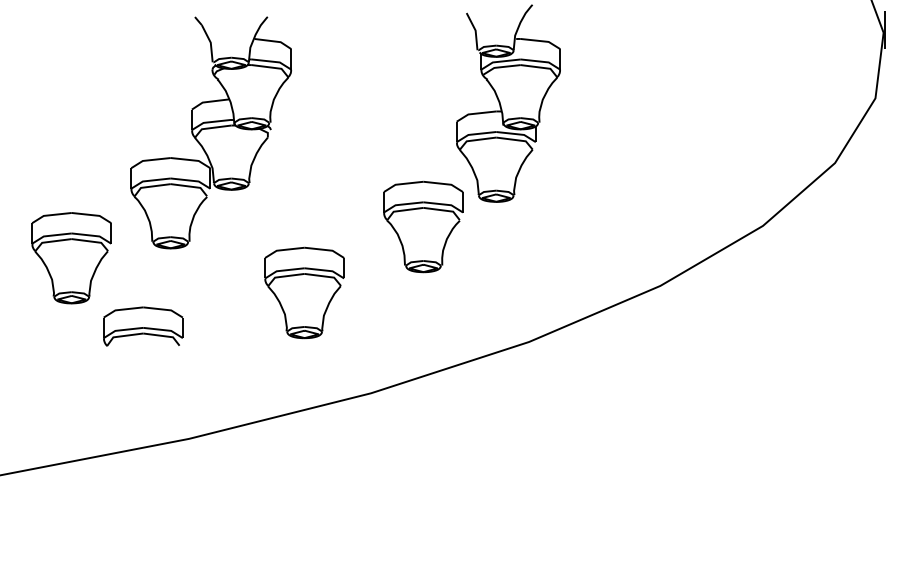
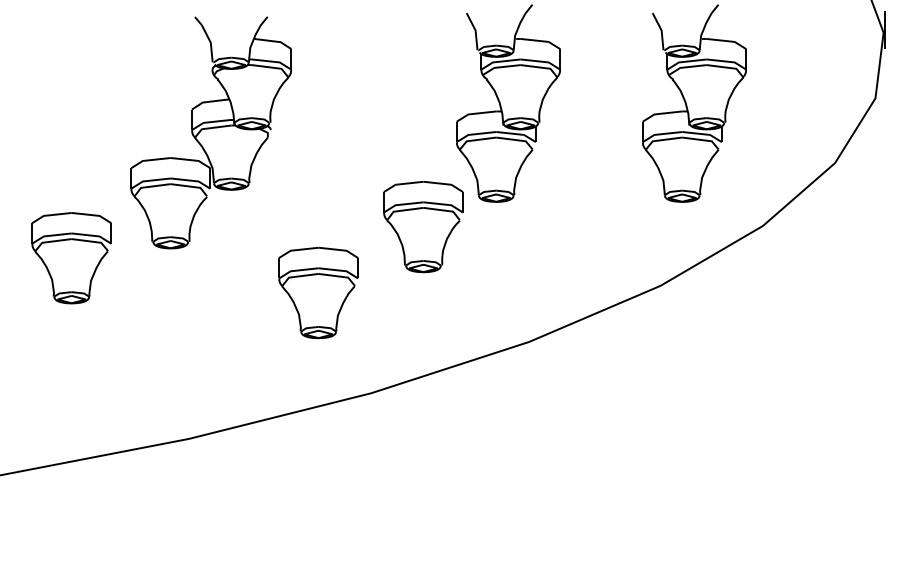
part at (694, 103): none -> present
part at (304, 292) position: (304, 292) -> (318, 292)
part at (143, 326): present -> none
